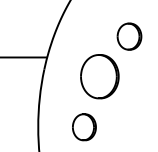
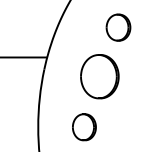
part at (129, 36) position: (129, 36) -> (118, 27)
